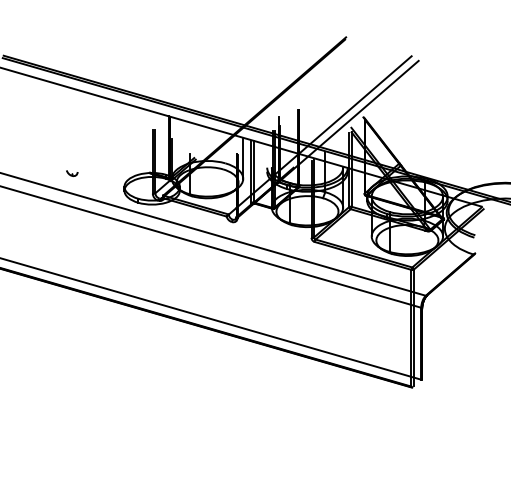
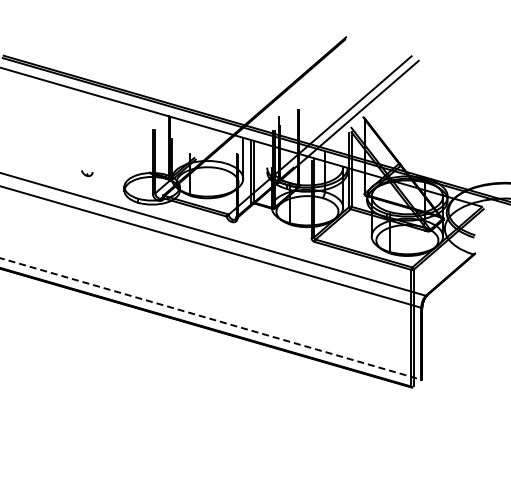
part at (72, 173) position: (72, 173) -> (87, 173)
line at (210, 319): solid -> dashed
